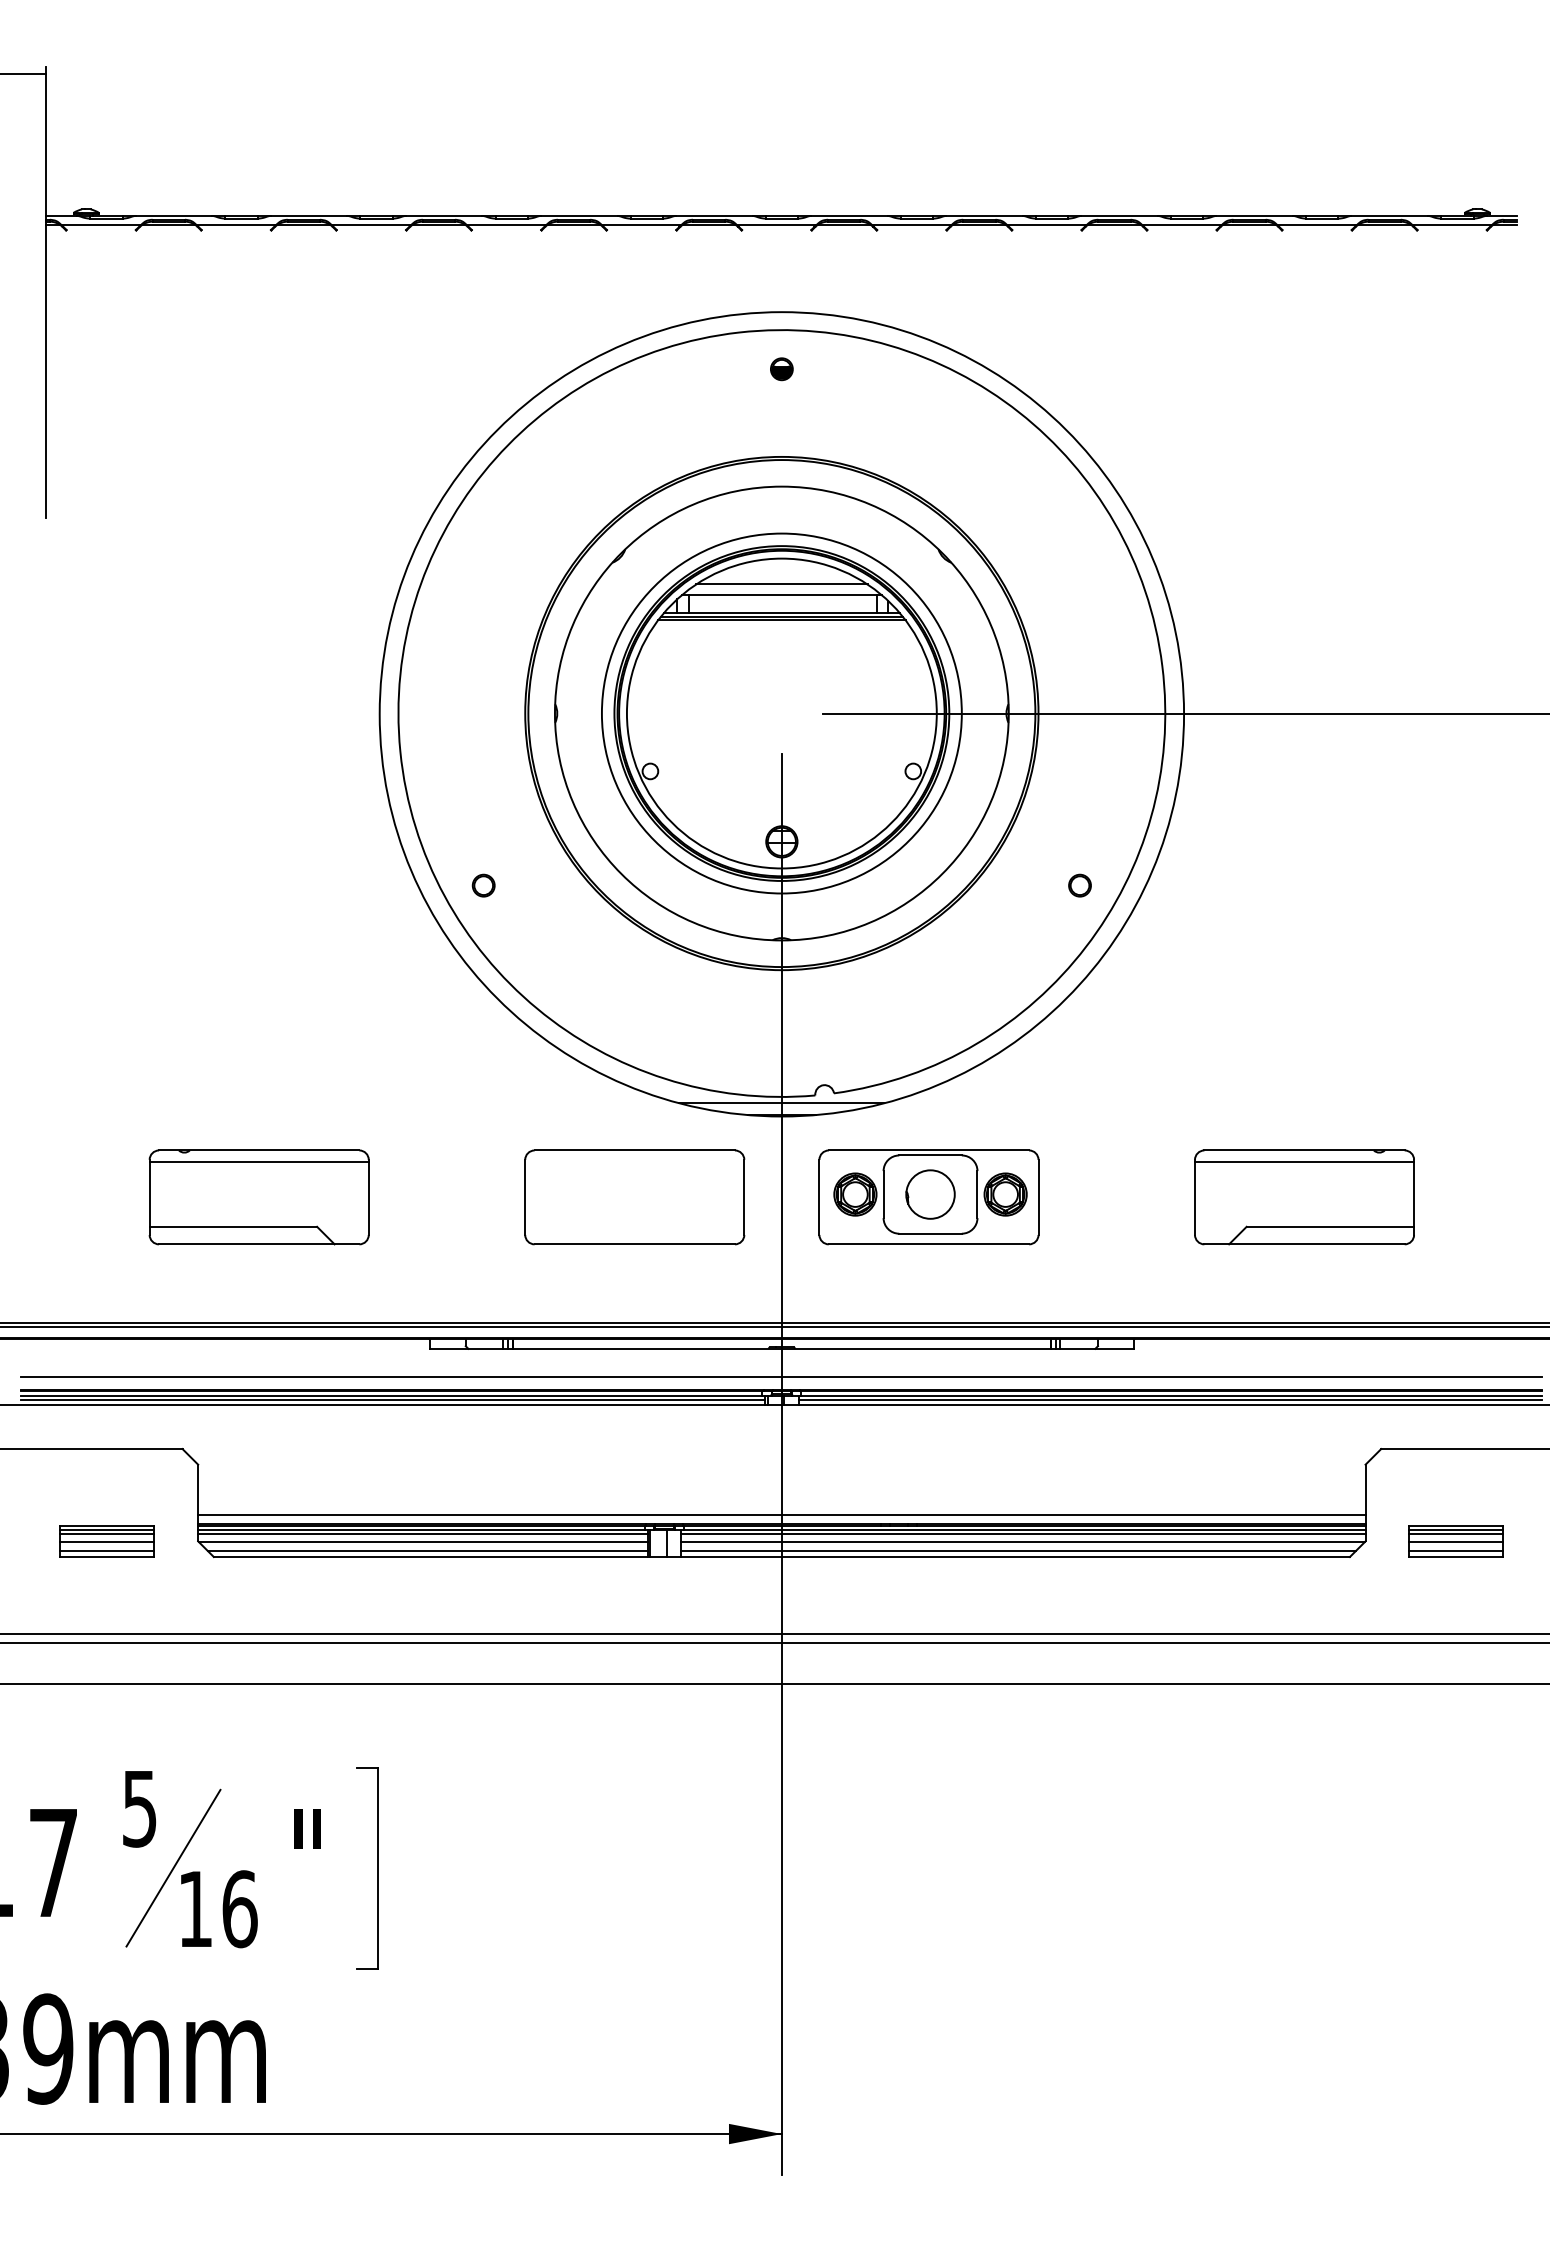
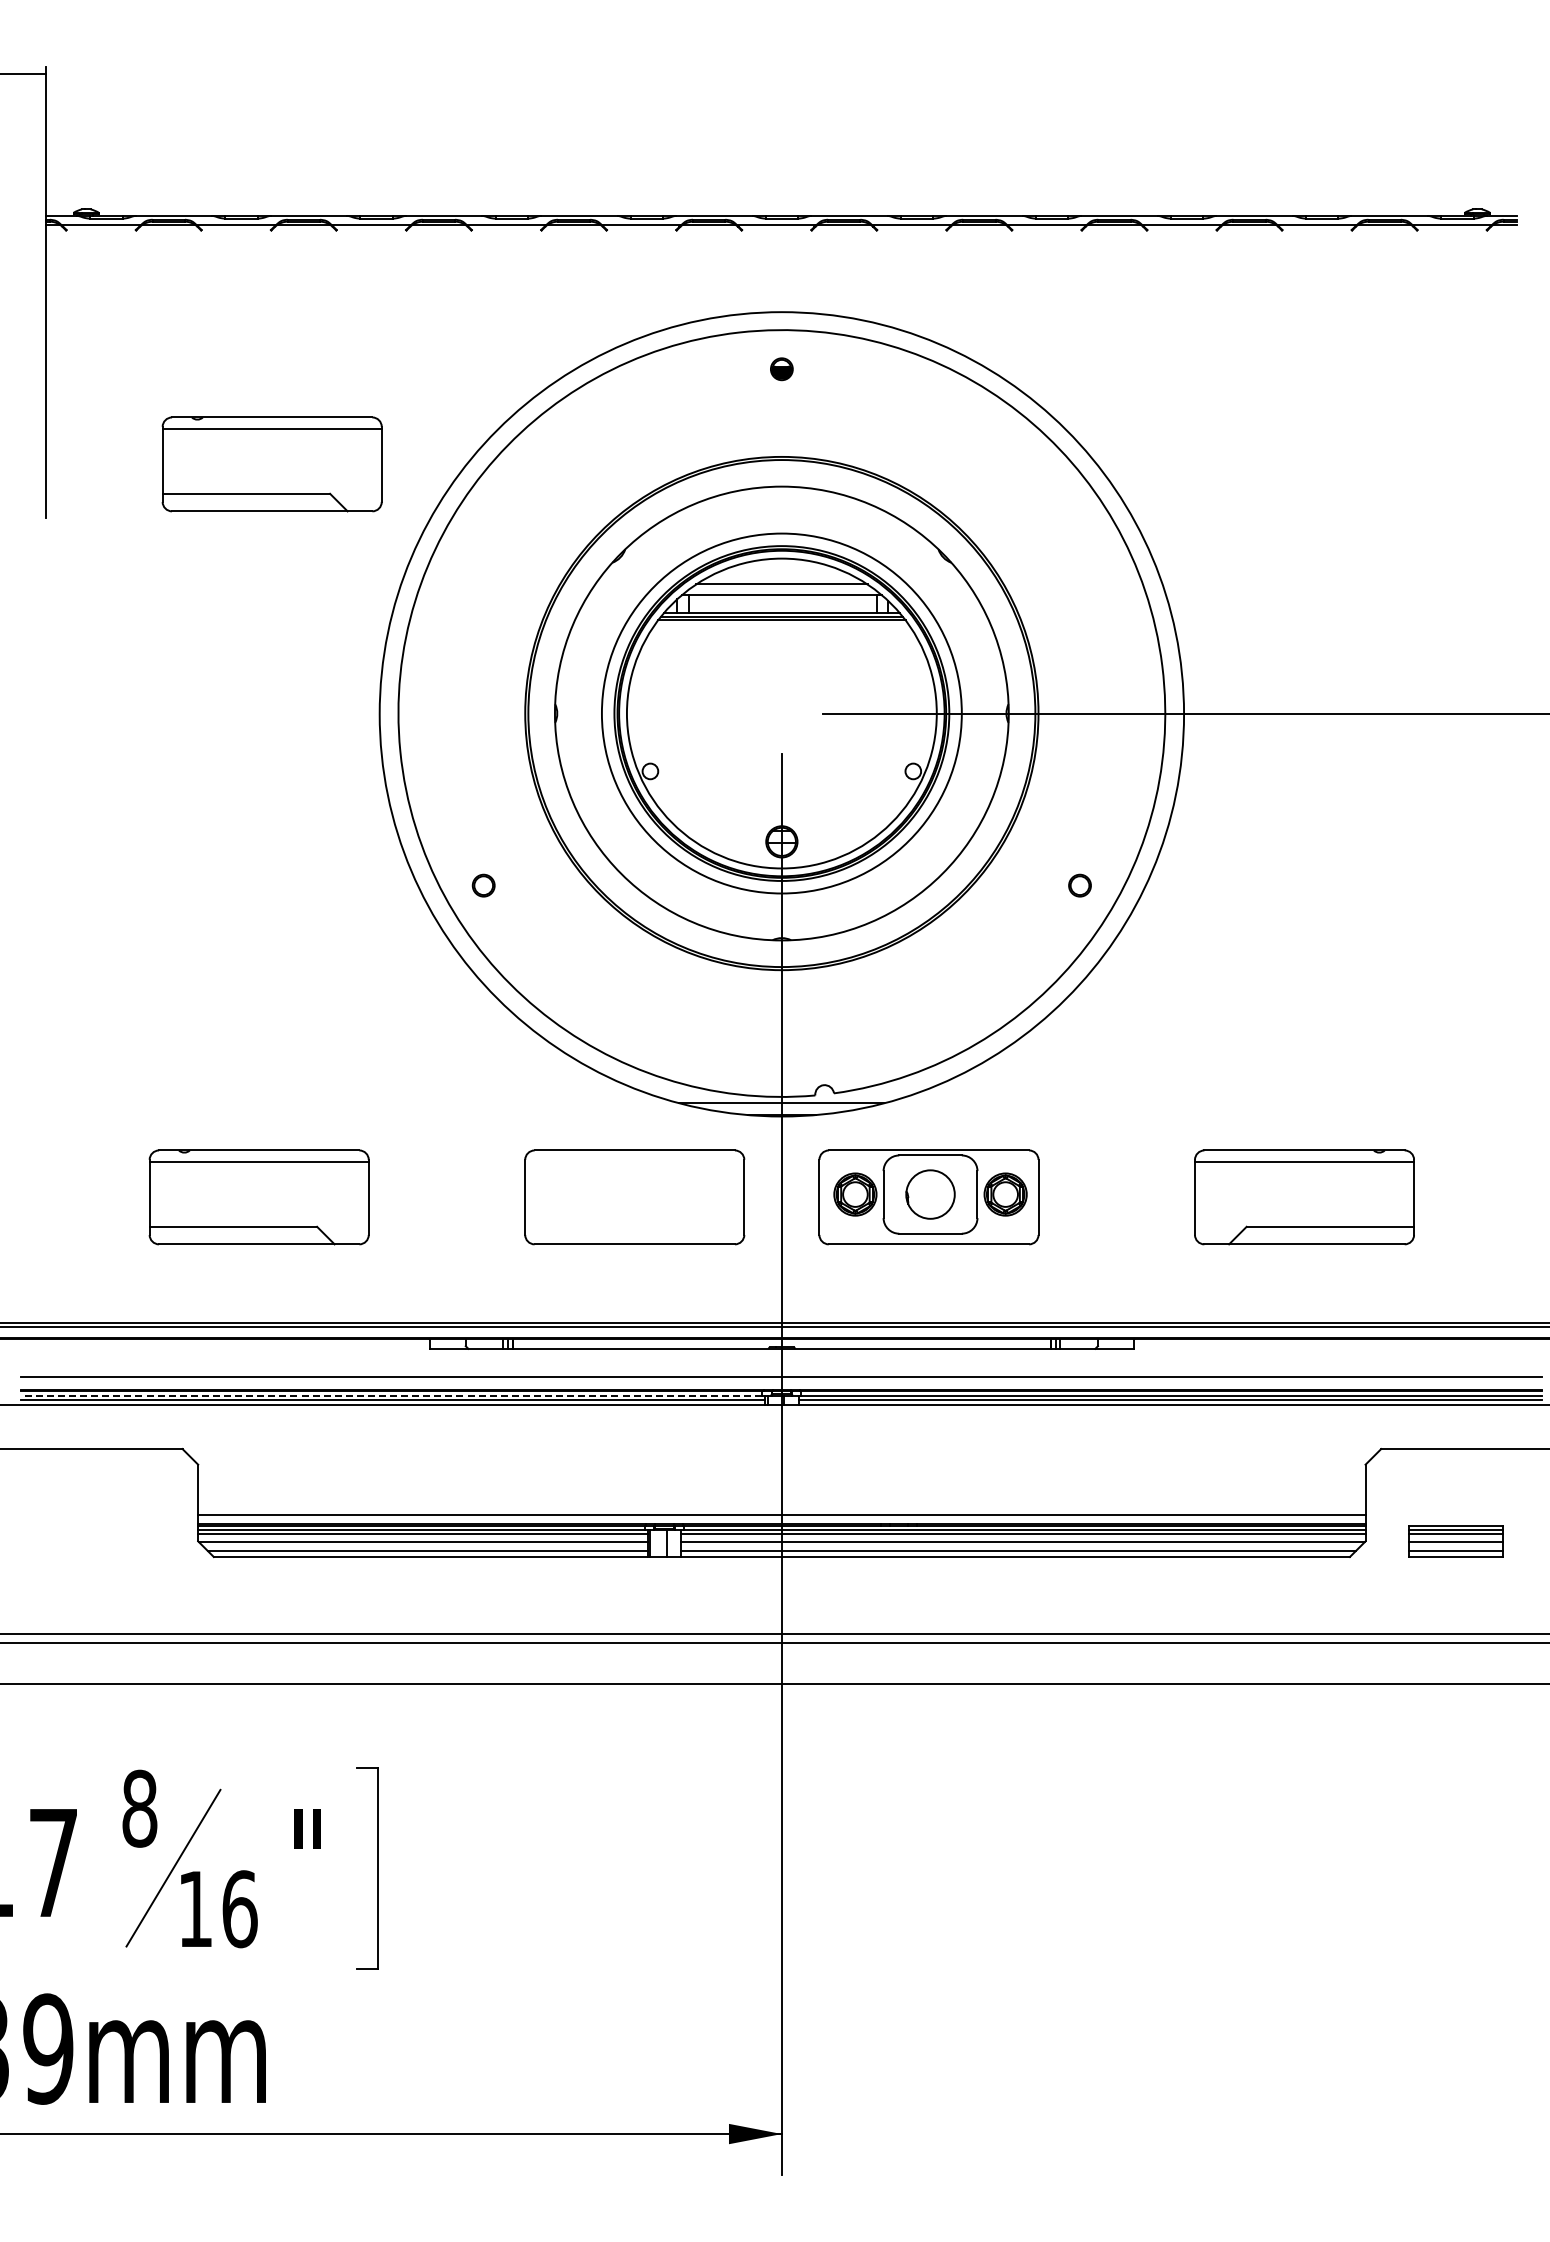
part at (271, 464): none -> present
line at (391, 1395): solid -> dashed
part at (106, 1541): present -> none
text at (139, 1808): 5 -> 8
